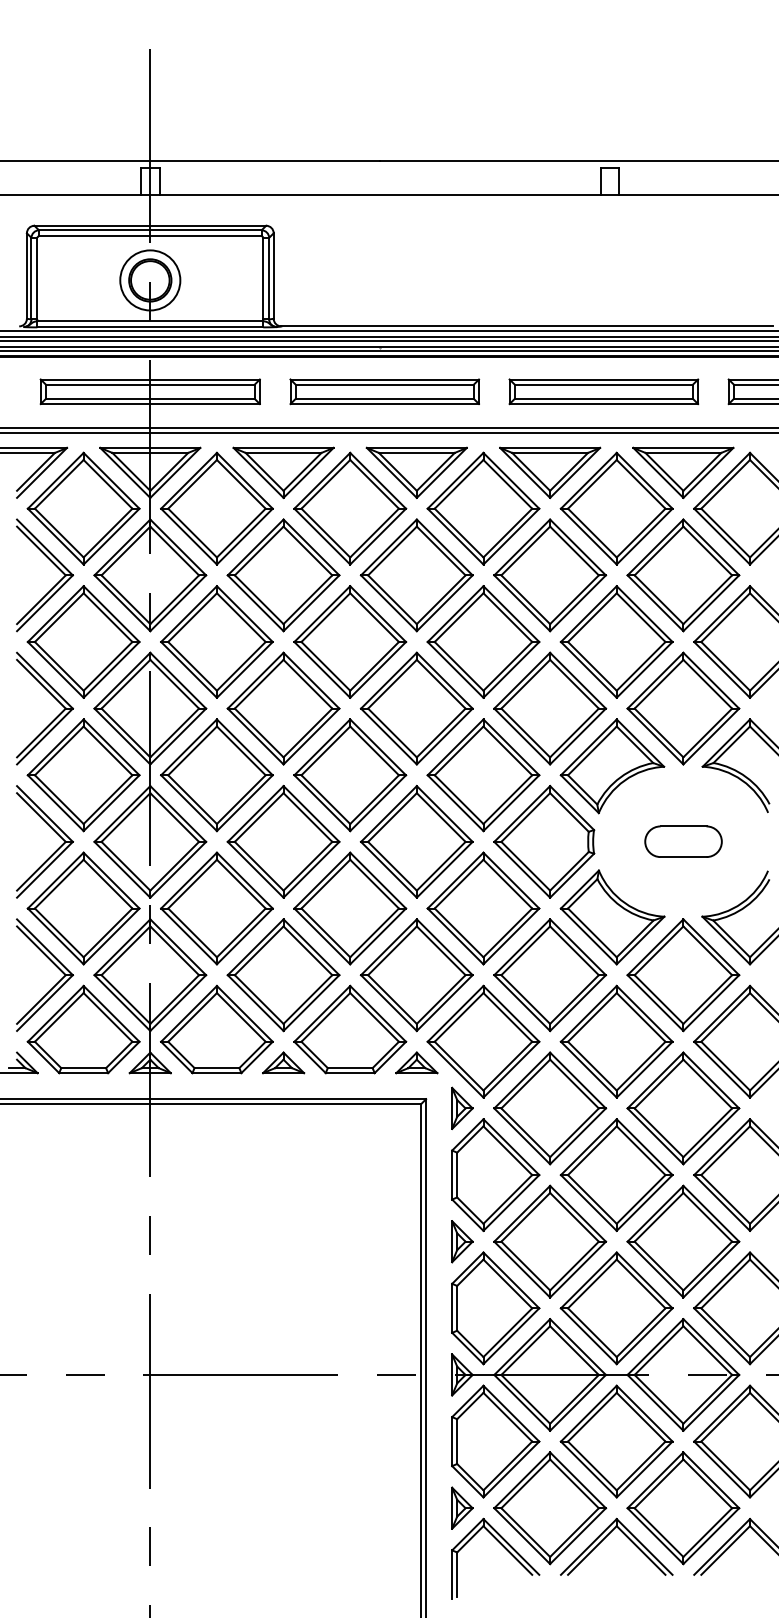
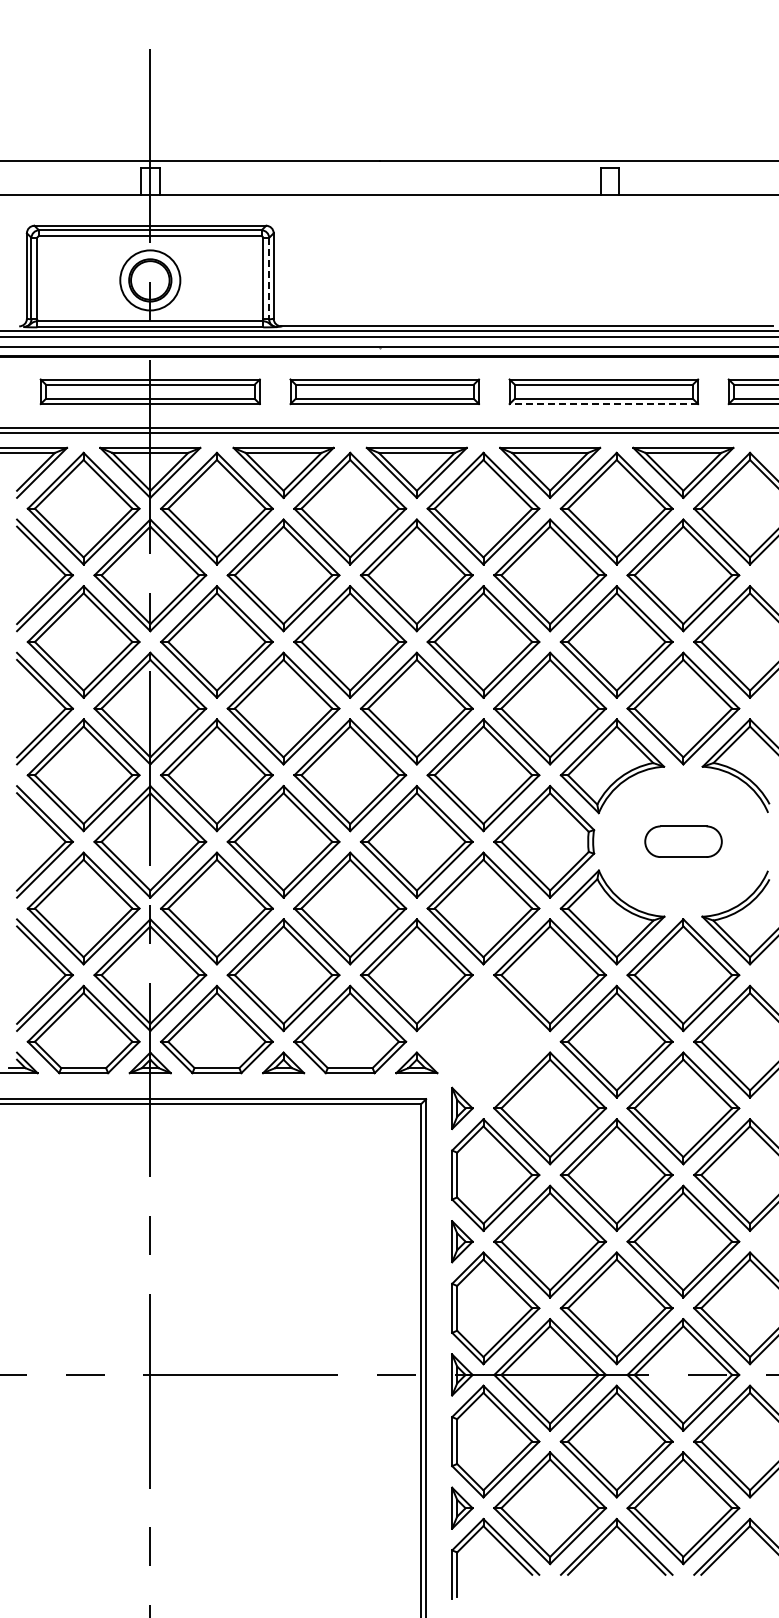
line at (269, 278): solid -> dashed
line at (388, 340): present -> none
line at (388, 351): present -> none
line at (603, 404): solid -> dashed
part at (483, 1041): present -> none
